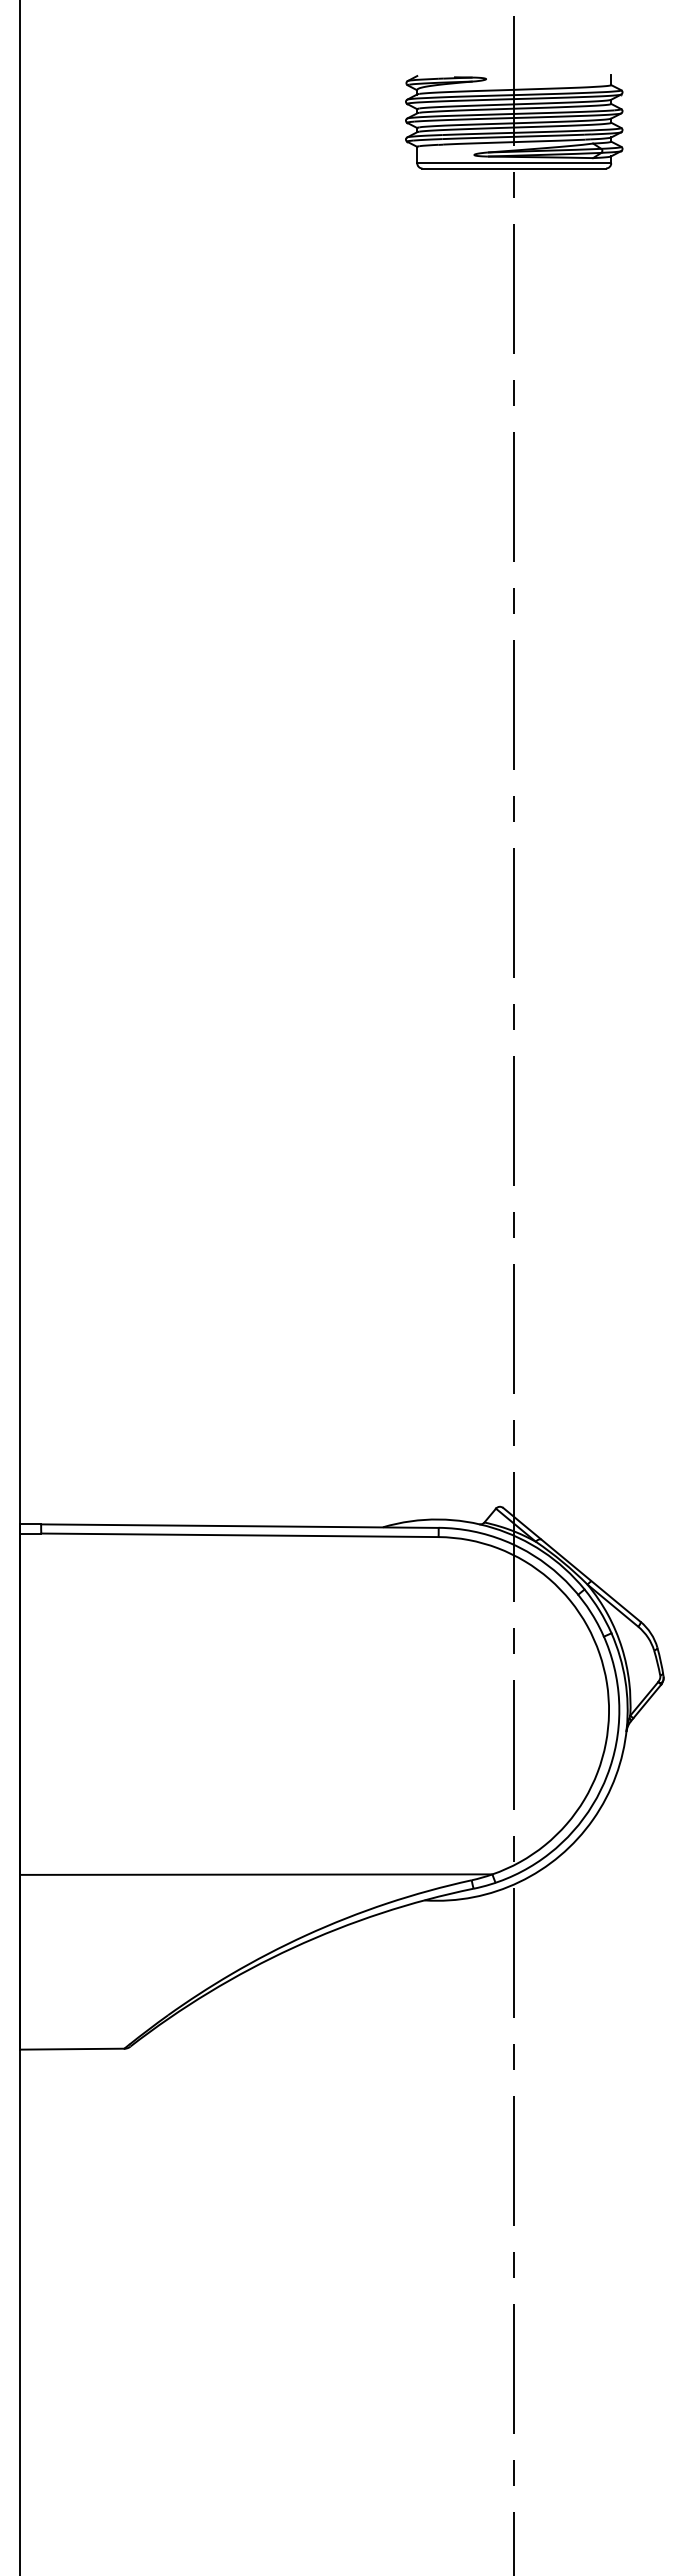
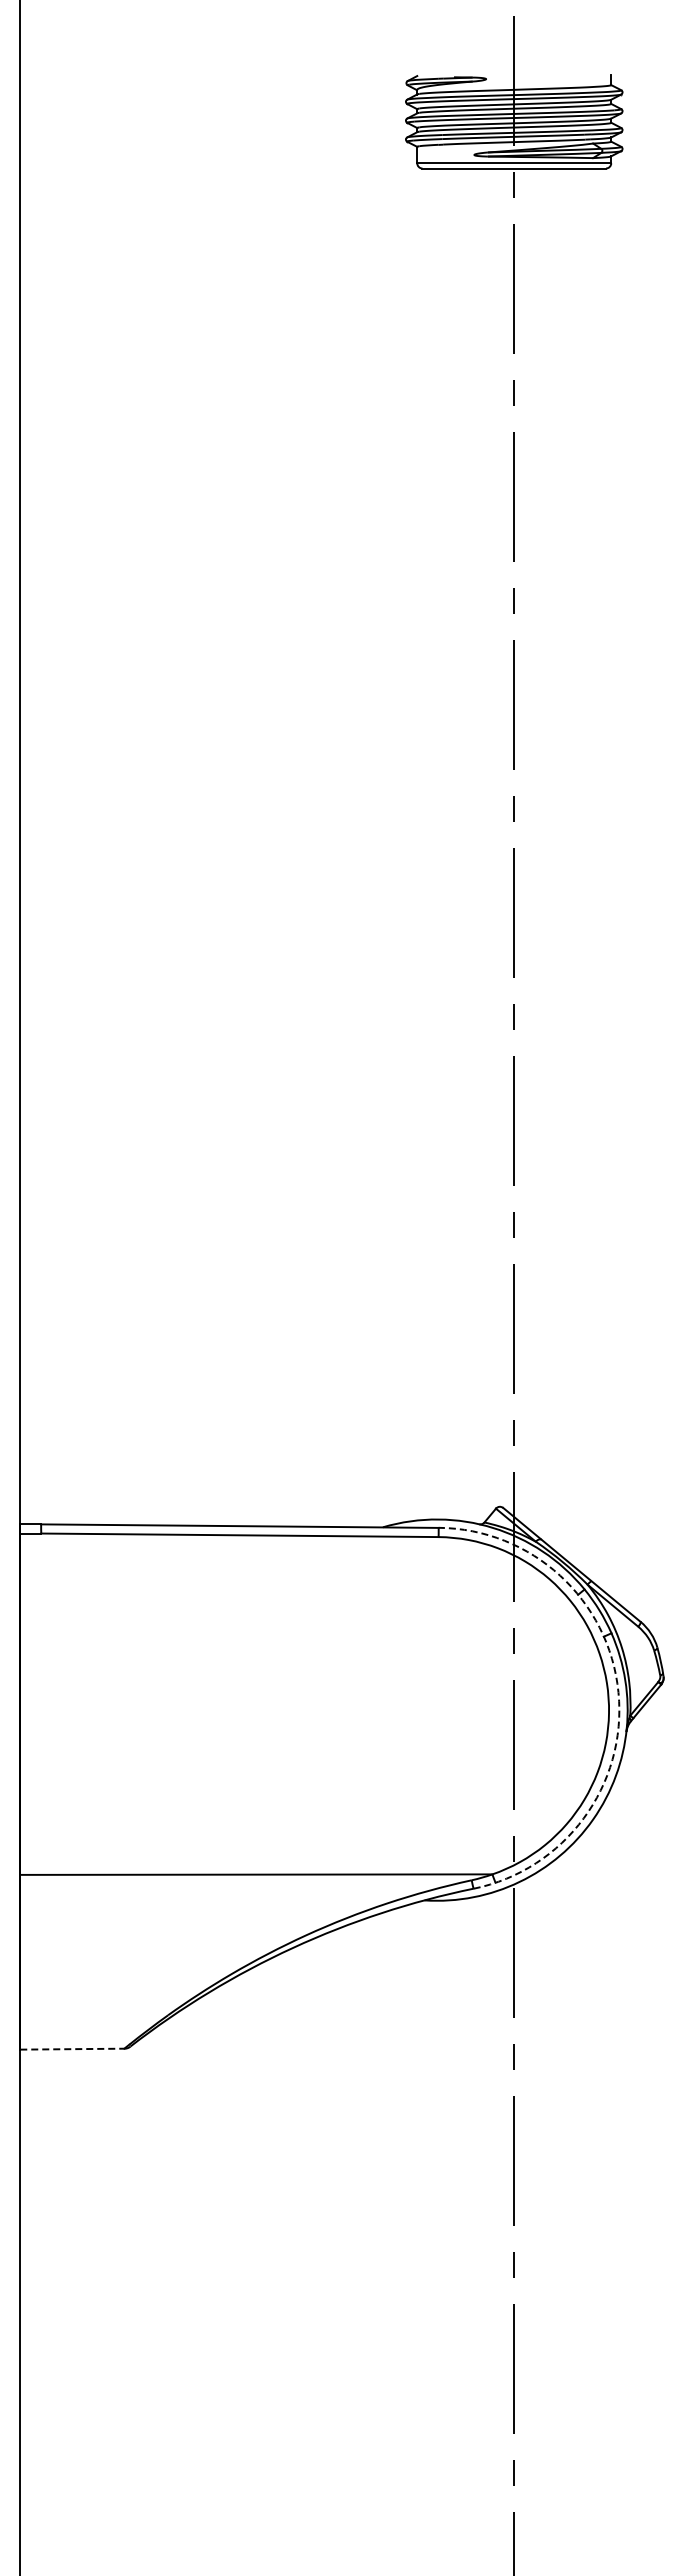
arc at (618, 1692): solid -> dashed
line at (72, 2049): solid -> dashed
